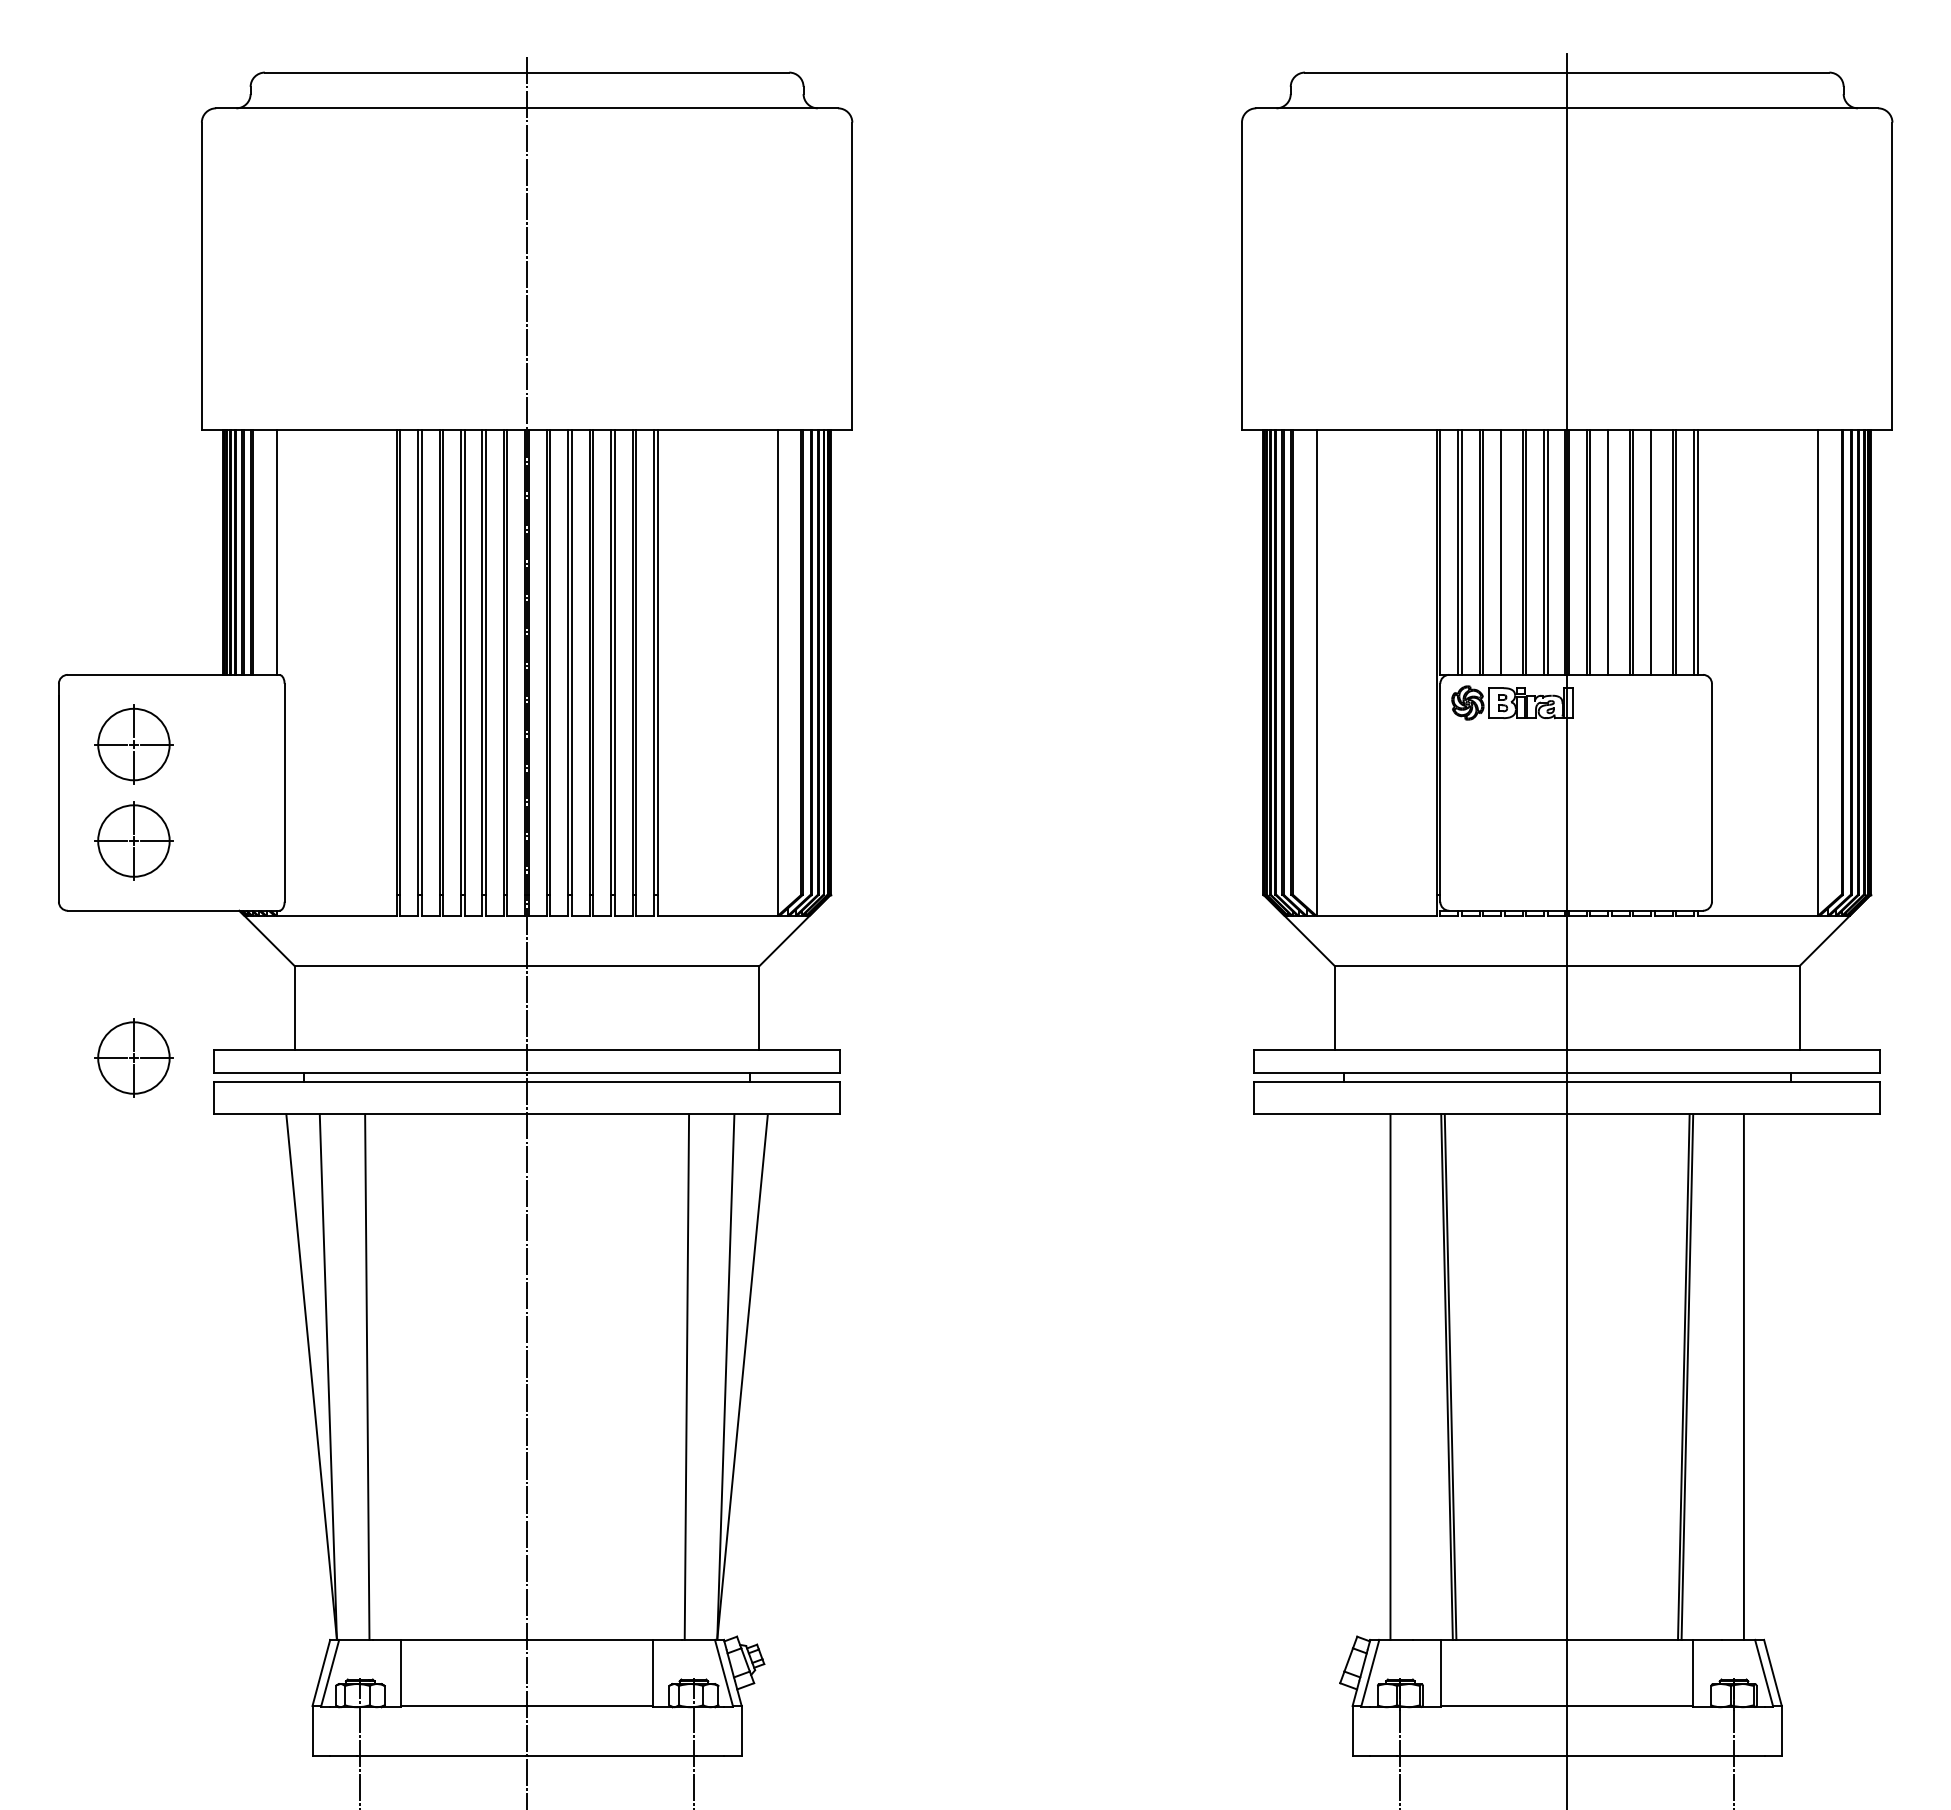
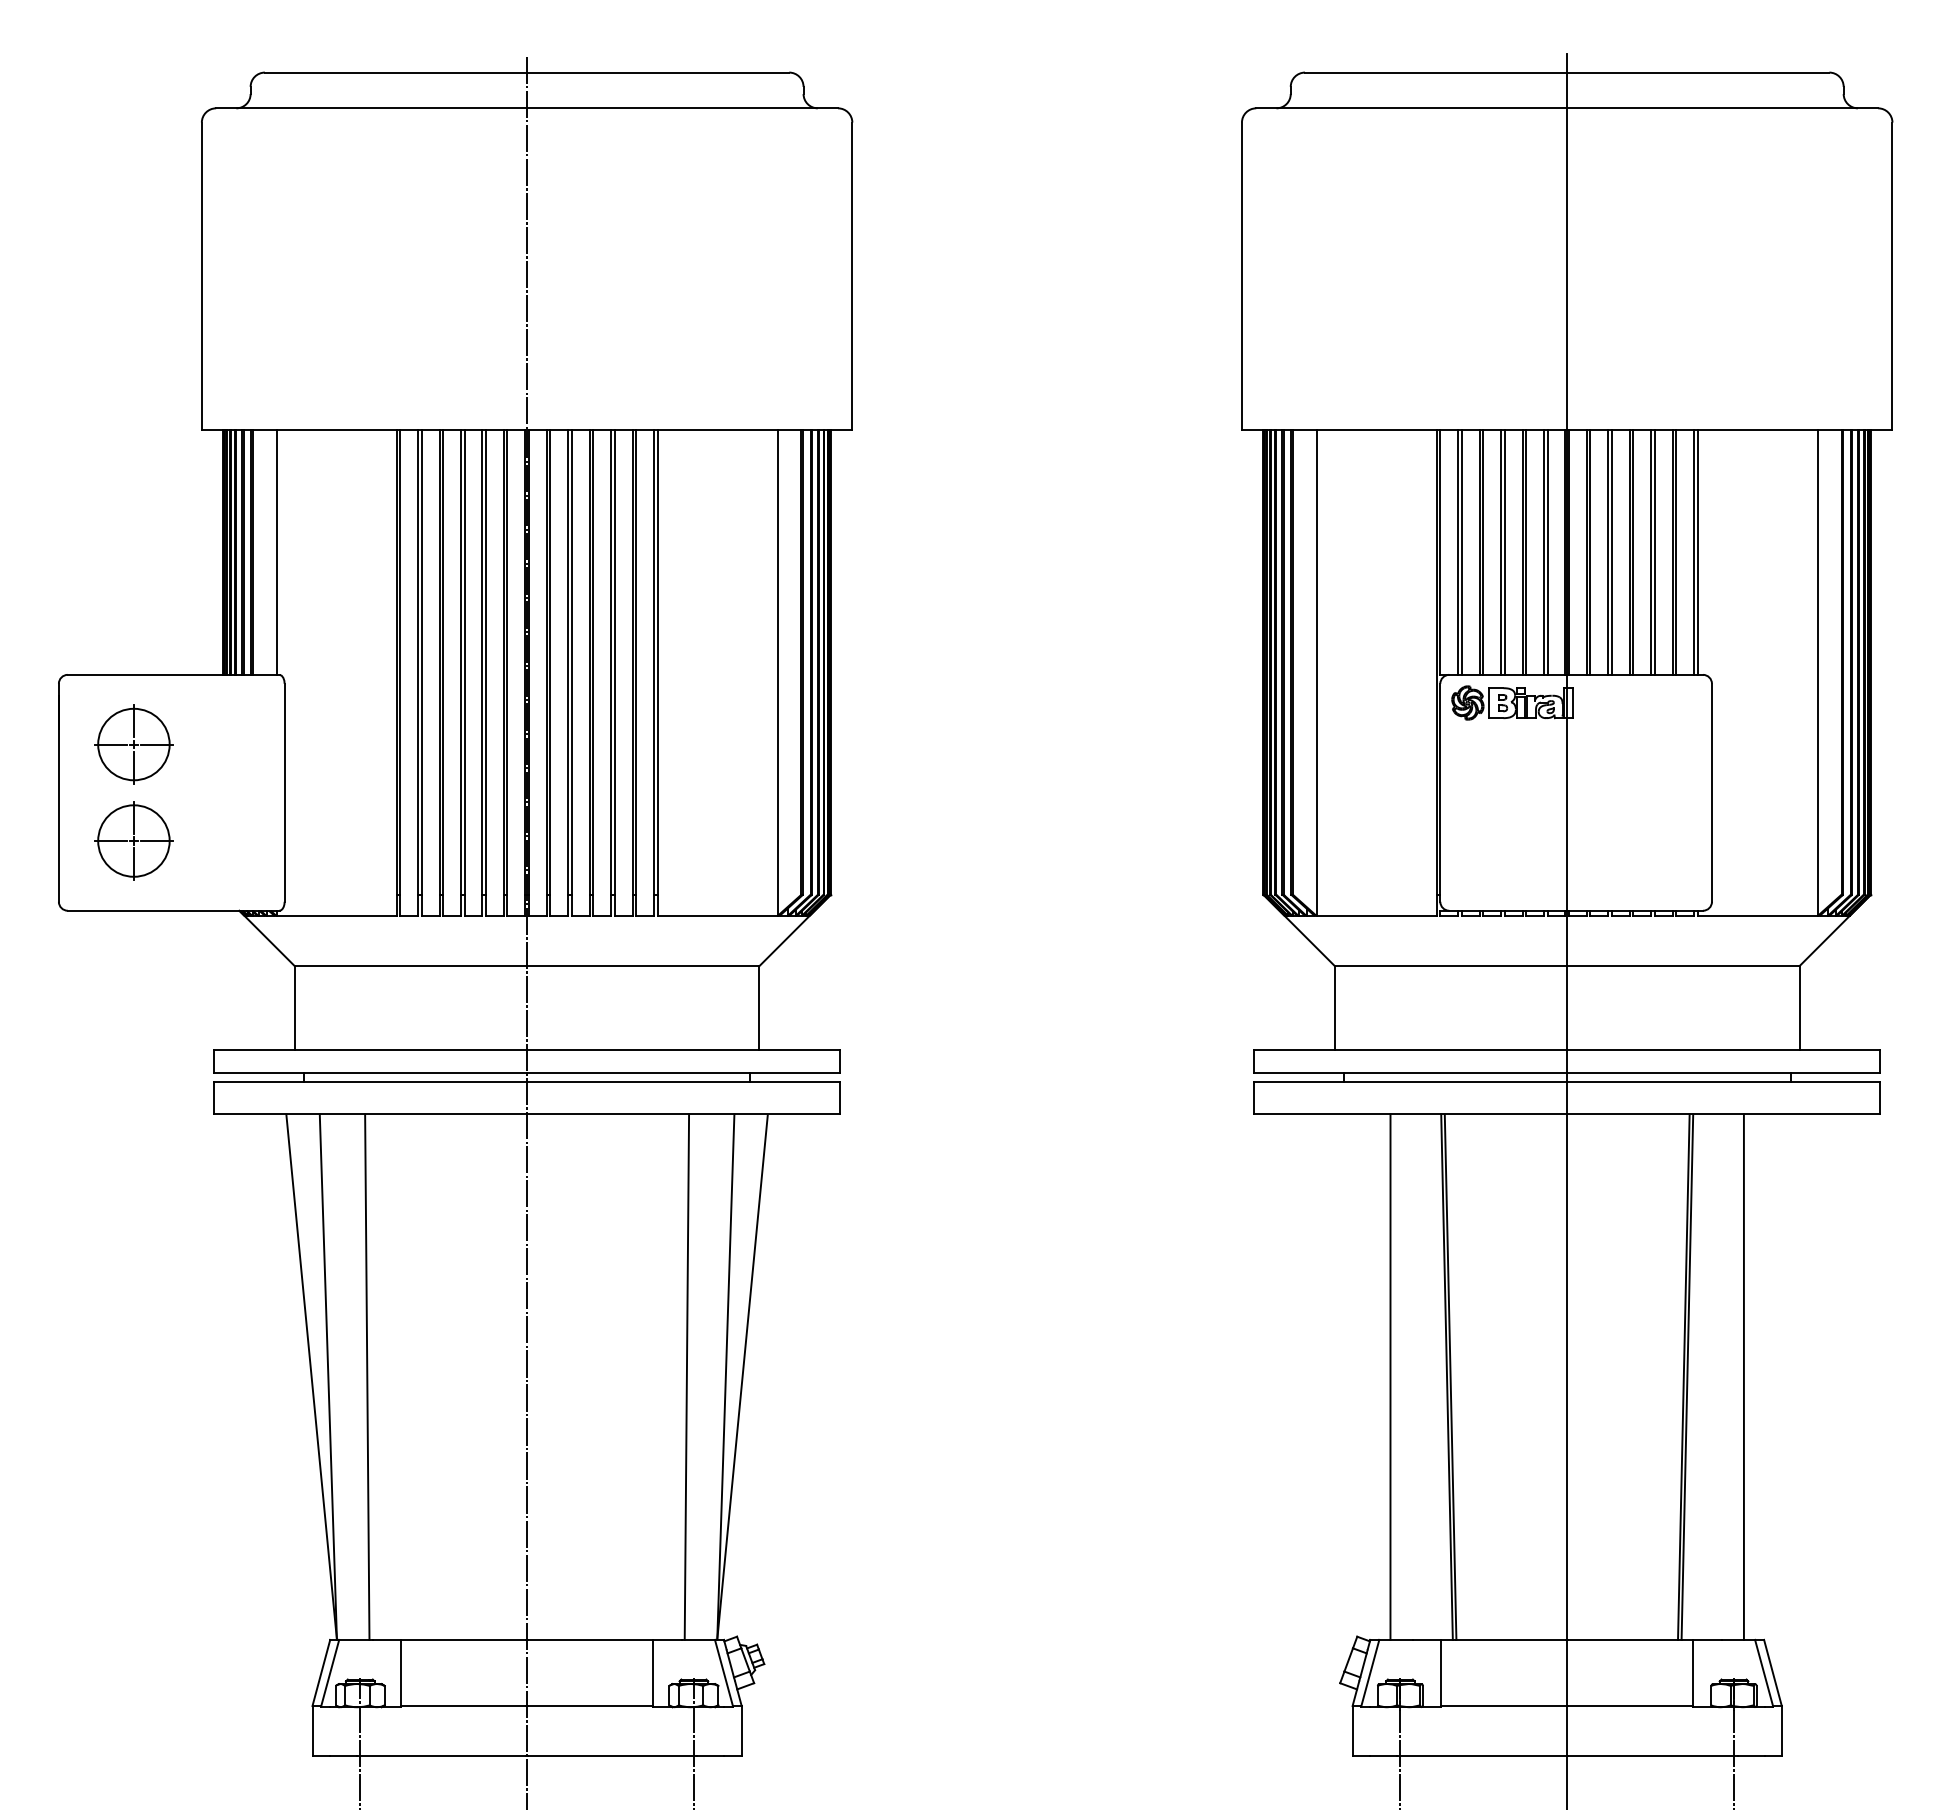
line at (1504, 552): none -> present
line at (1611, 552): none -> present
line at (1654, 552): none -> present
part at (133, 1057): present -> none
